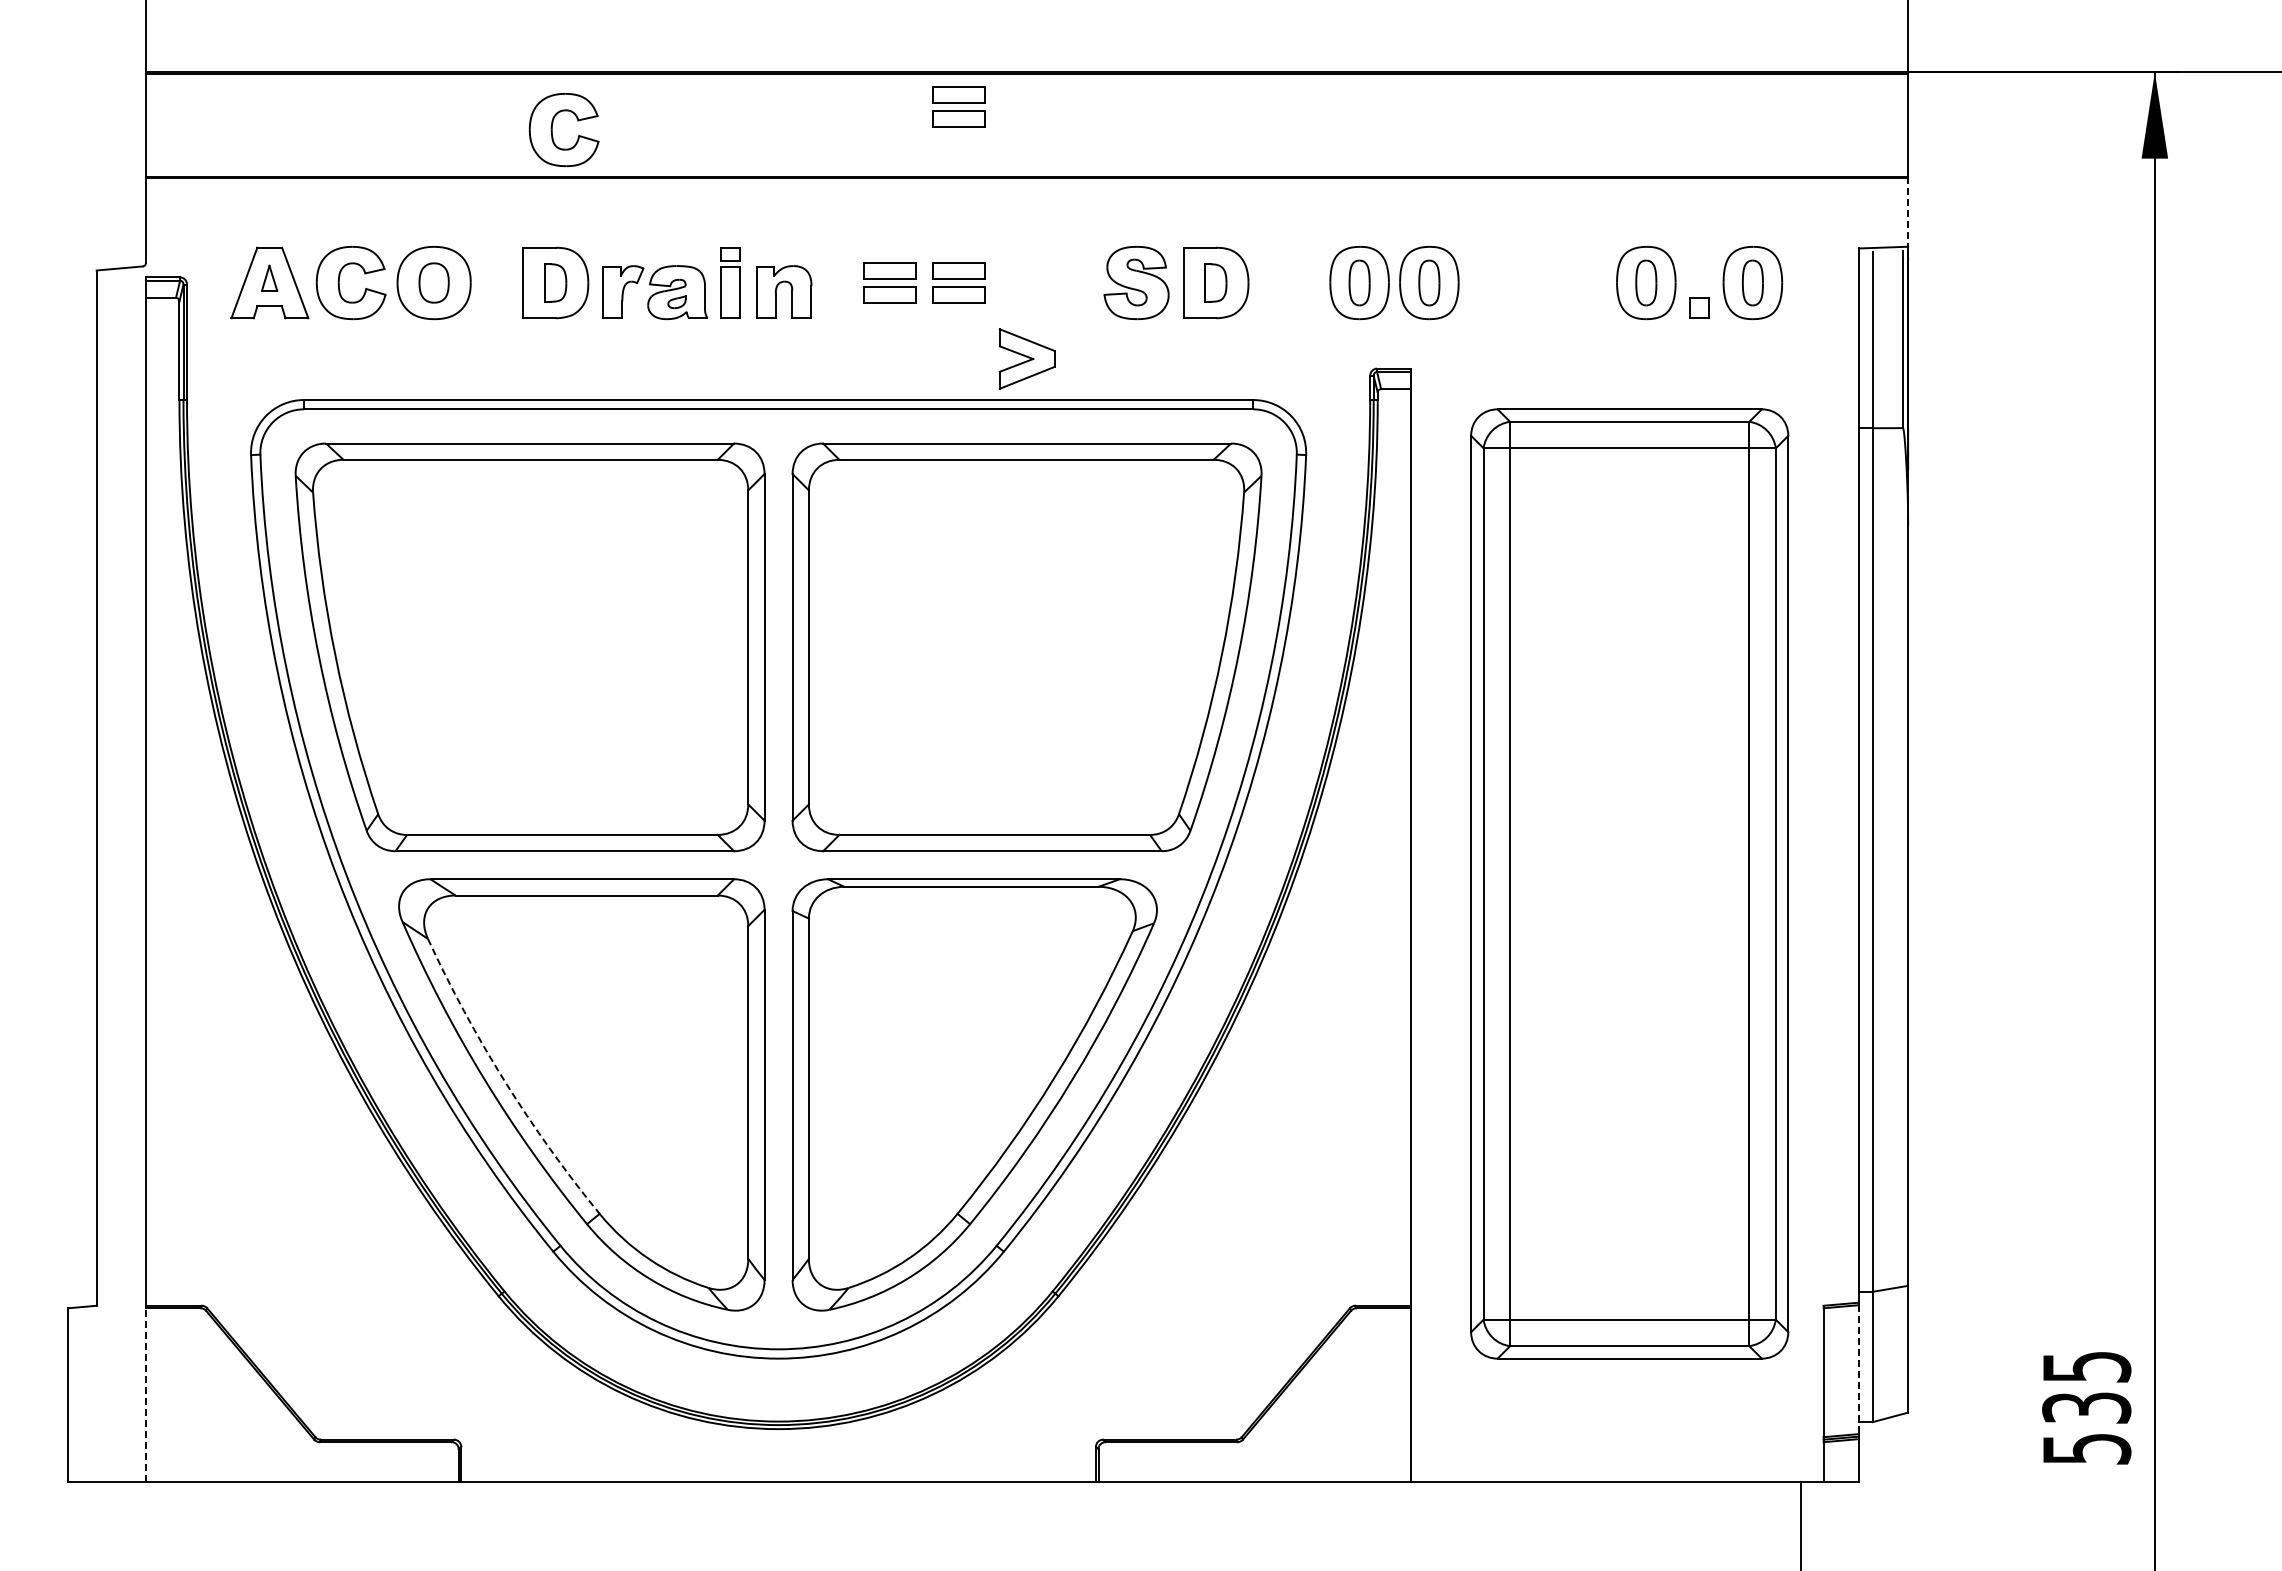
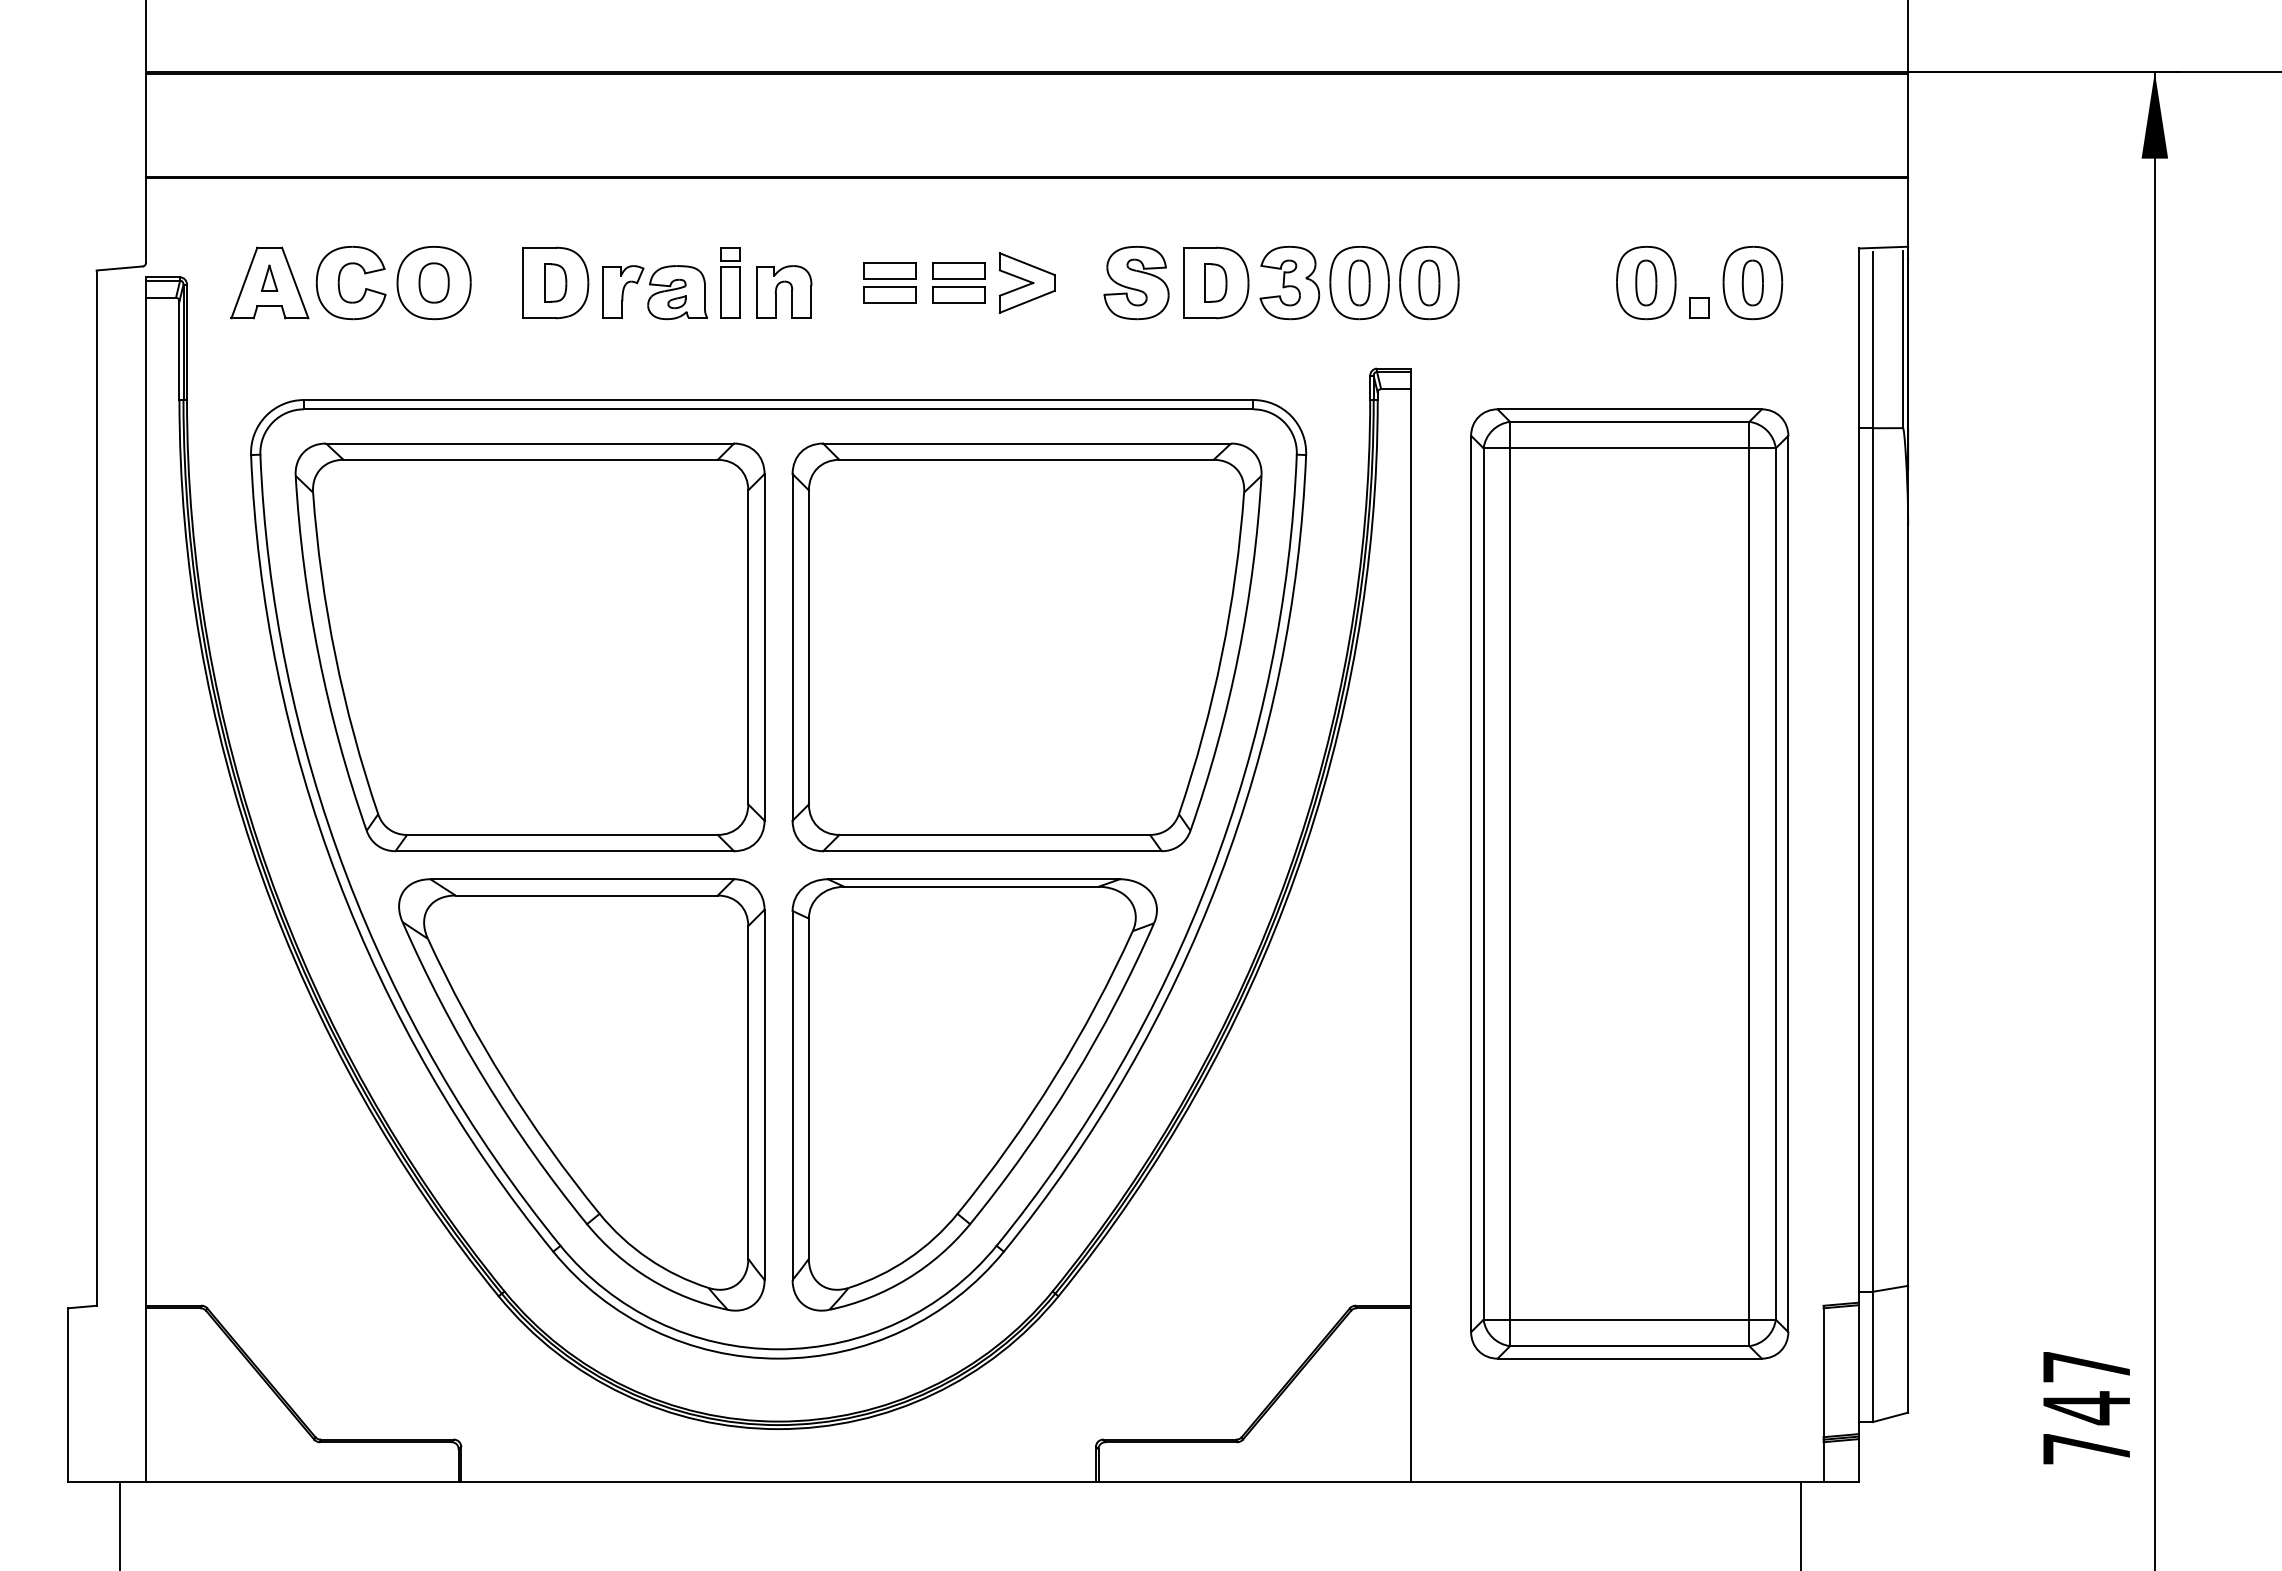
part at (958, 106): present -> none
part at (552, 130): present -> none
line at (1908, 212): dashed -> solid
part at (1289, 283): none -> present
part at (1026, 358) position: (1026, 358) -> (1026, 282)
arc at (505, 1081): dashed -> solid
line at (1858, 1370): dashed -> solid
line at (145, 1395): dashed -> solid
text at (2086, 1408): 535 -> 747
line at (119, 1524): none -> present
